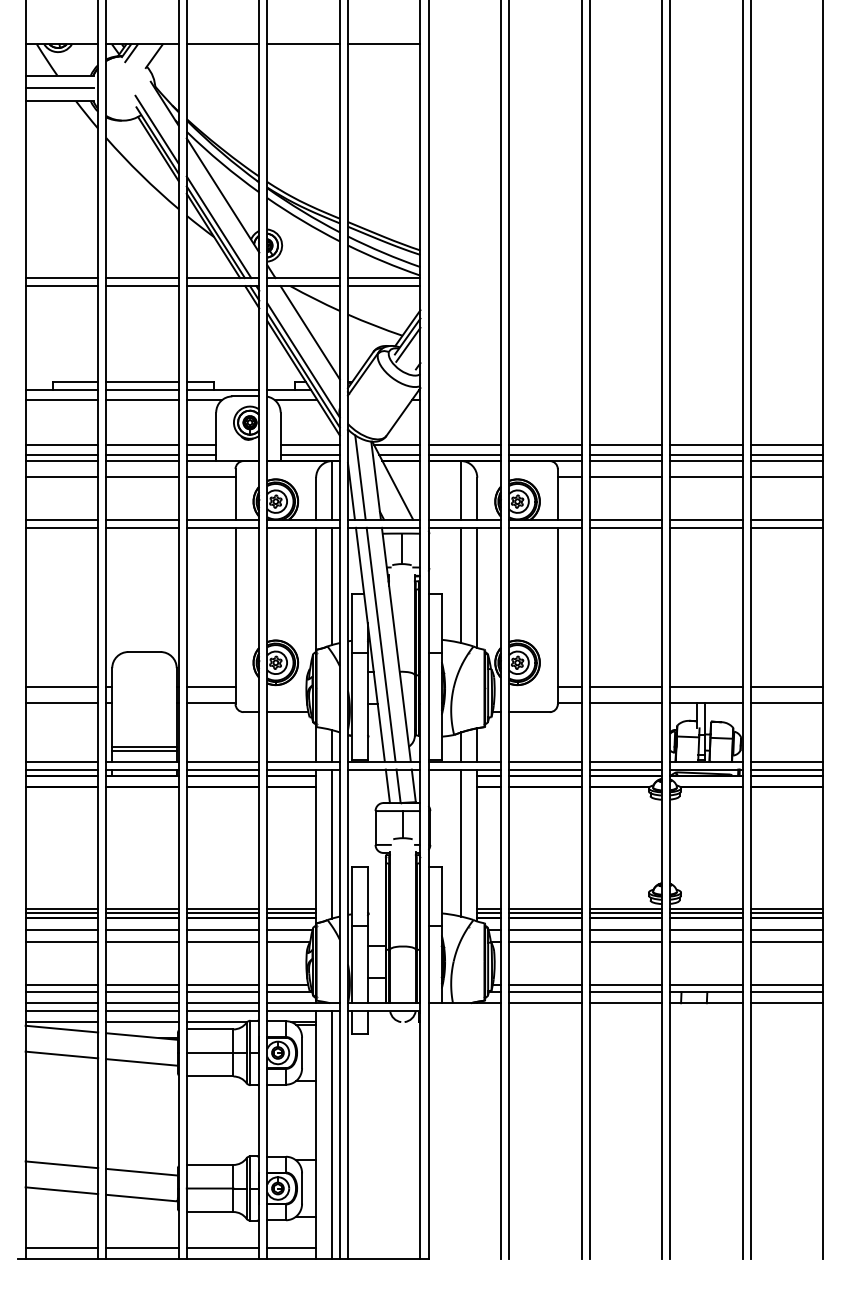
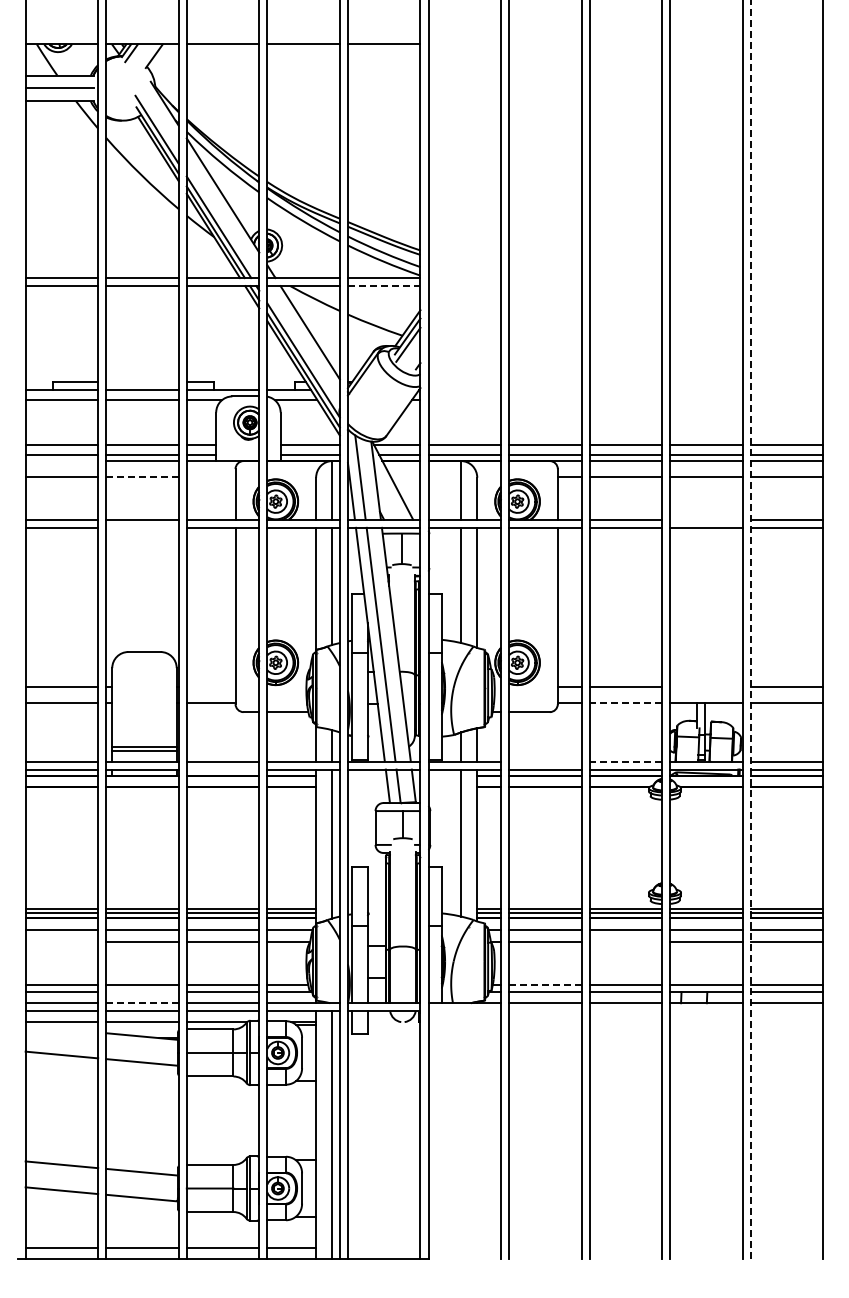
line at (384, 286): solid -> dashed
line at (142, 382): present -> none
line at (61, 460): present -> none
line at (141, 477): solid -> dashed
line at (210, 477): present -> none
line at (706, 519): present -> none
line at (142, 527): present -> none
line at (750, 629): solid -> dashed
line at (210, 686): present -> none
line at (706, 686): present -> none
line at (625, 702): solid -> dashed
line at (545, 761): present -> none
line at (625, 761): solid -> dashed
line at (222, 769): present -> none
line at (61, 941): present -> none
line at (625, 941): present -> none
line at (545, 985): solid -> dashed
line at (142, 992): present -> none
line at (141, 1003): solid -> dashed
line at (61, 1028): present -> none
